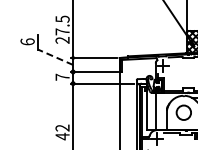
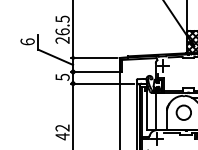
text at (62, 31): 27.5 -> 26.5
line at (55, 57): dashed -> solid
text at (62, 76): 7 -> 5
